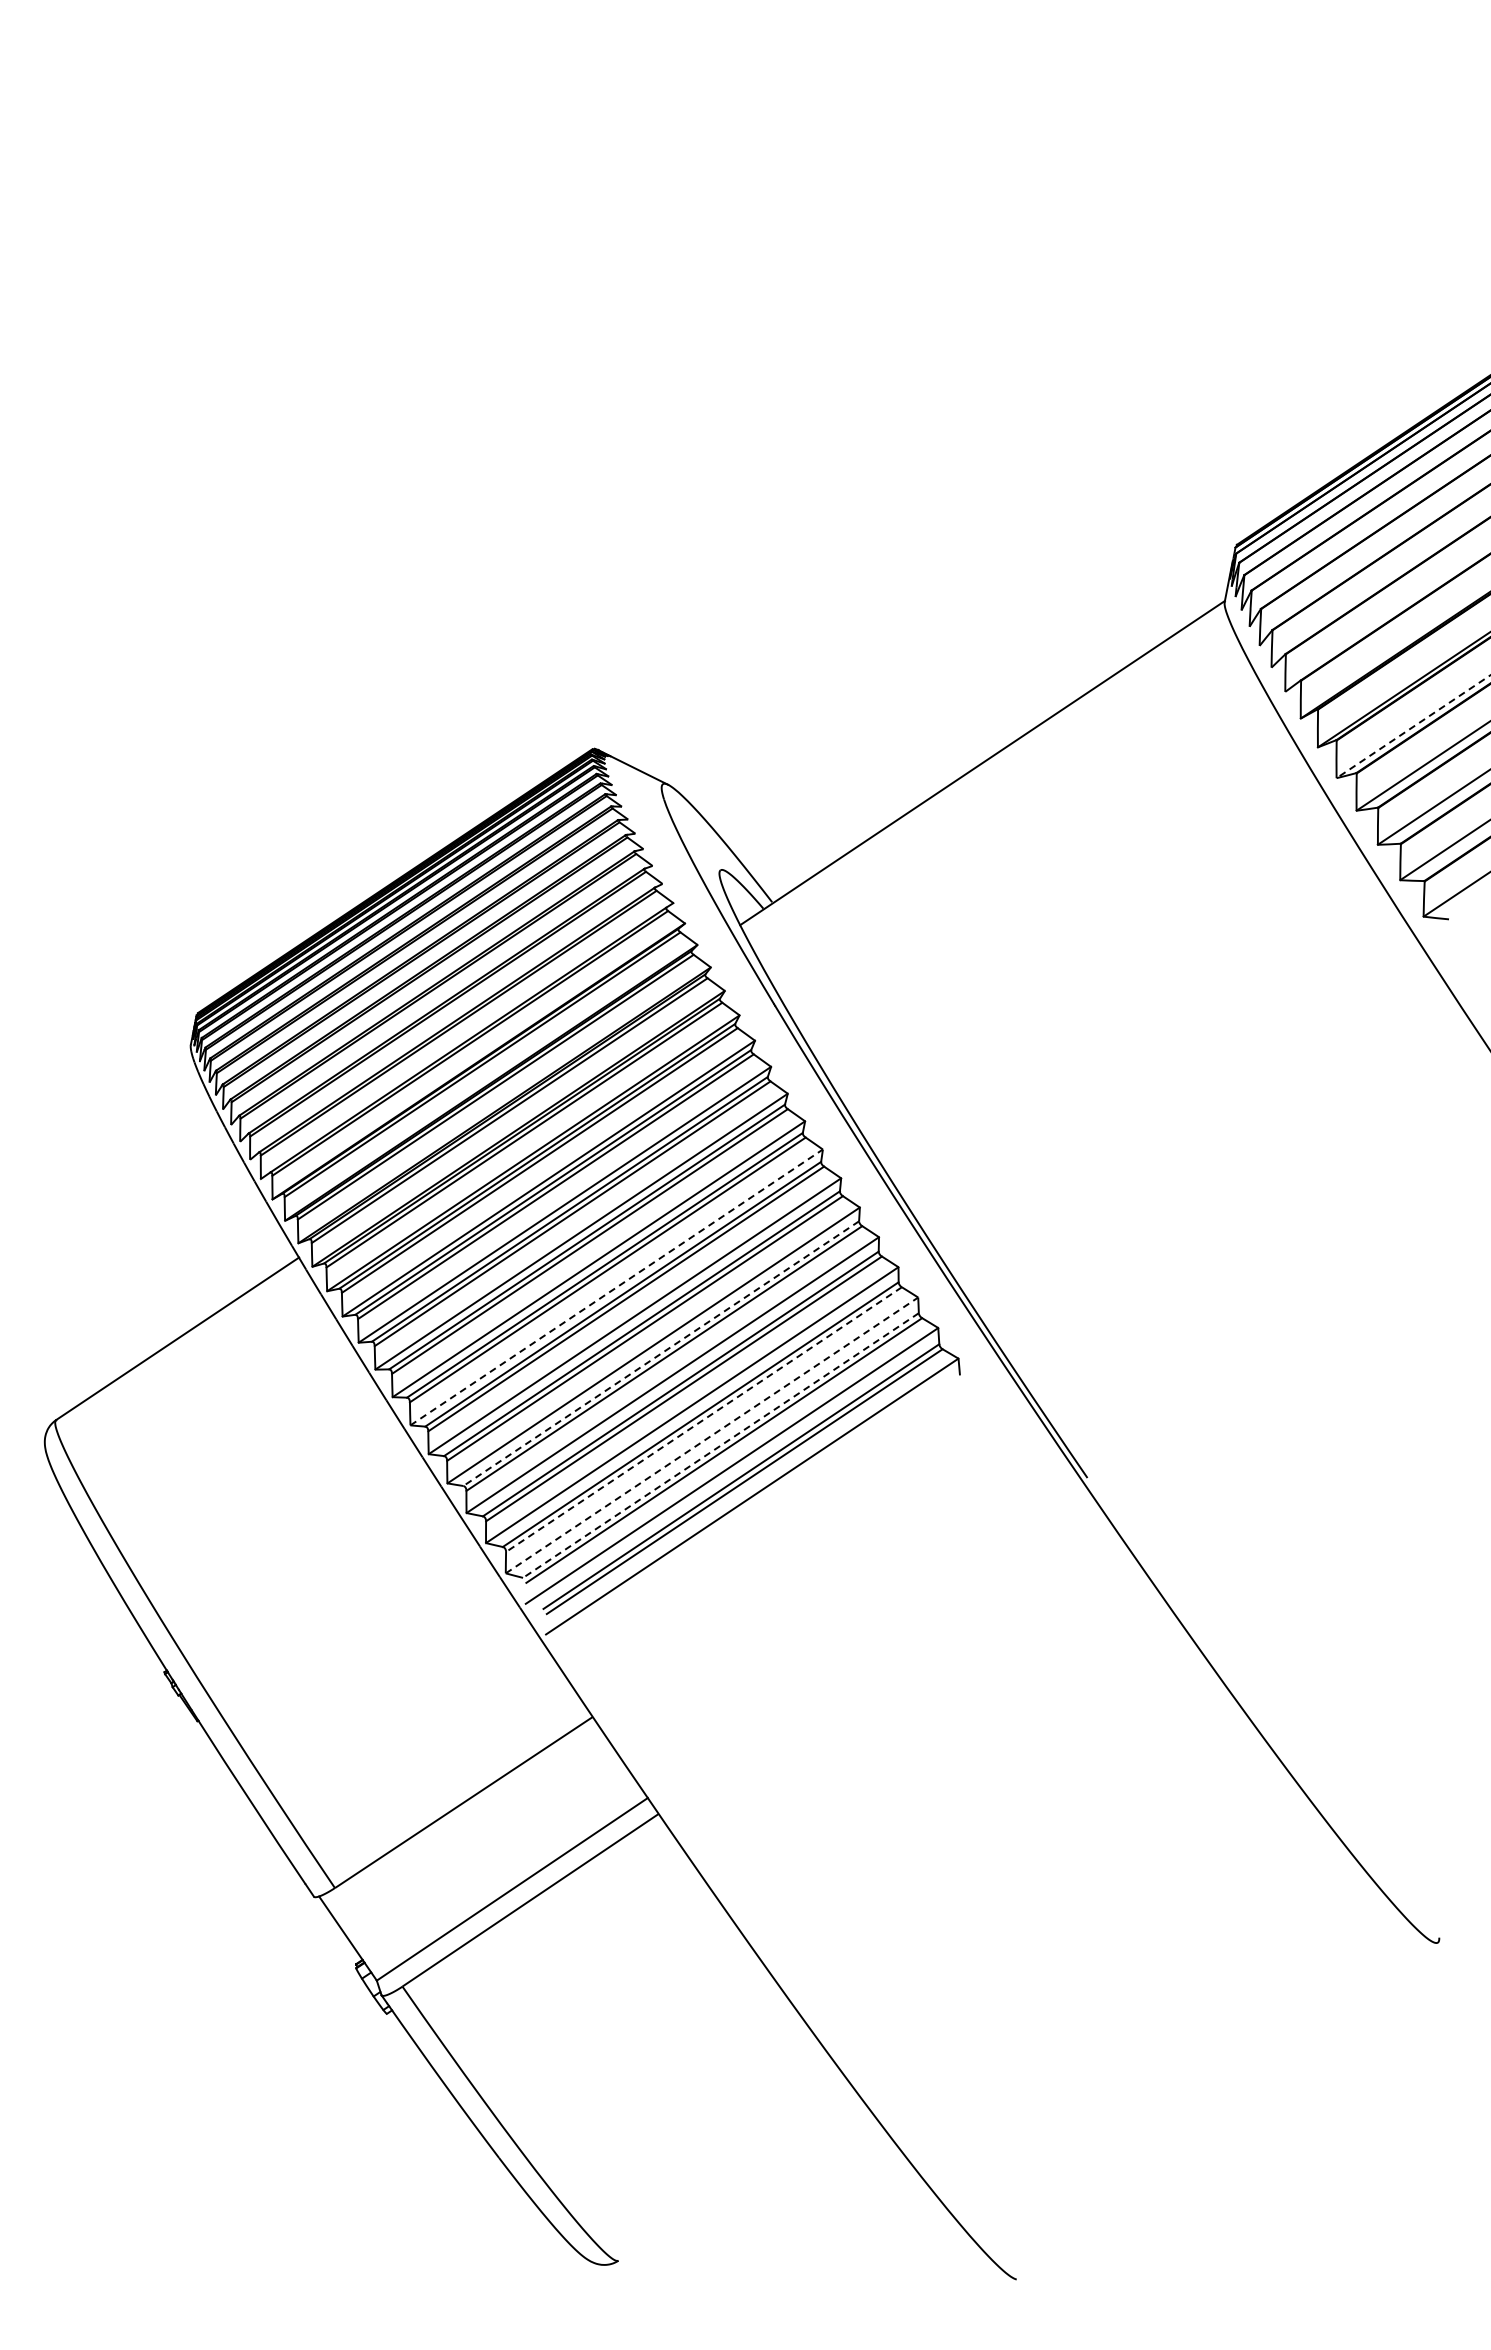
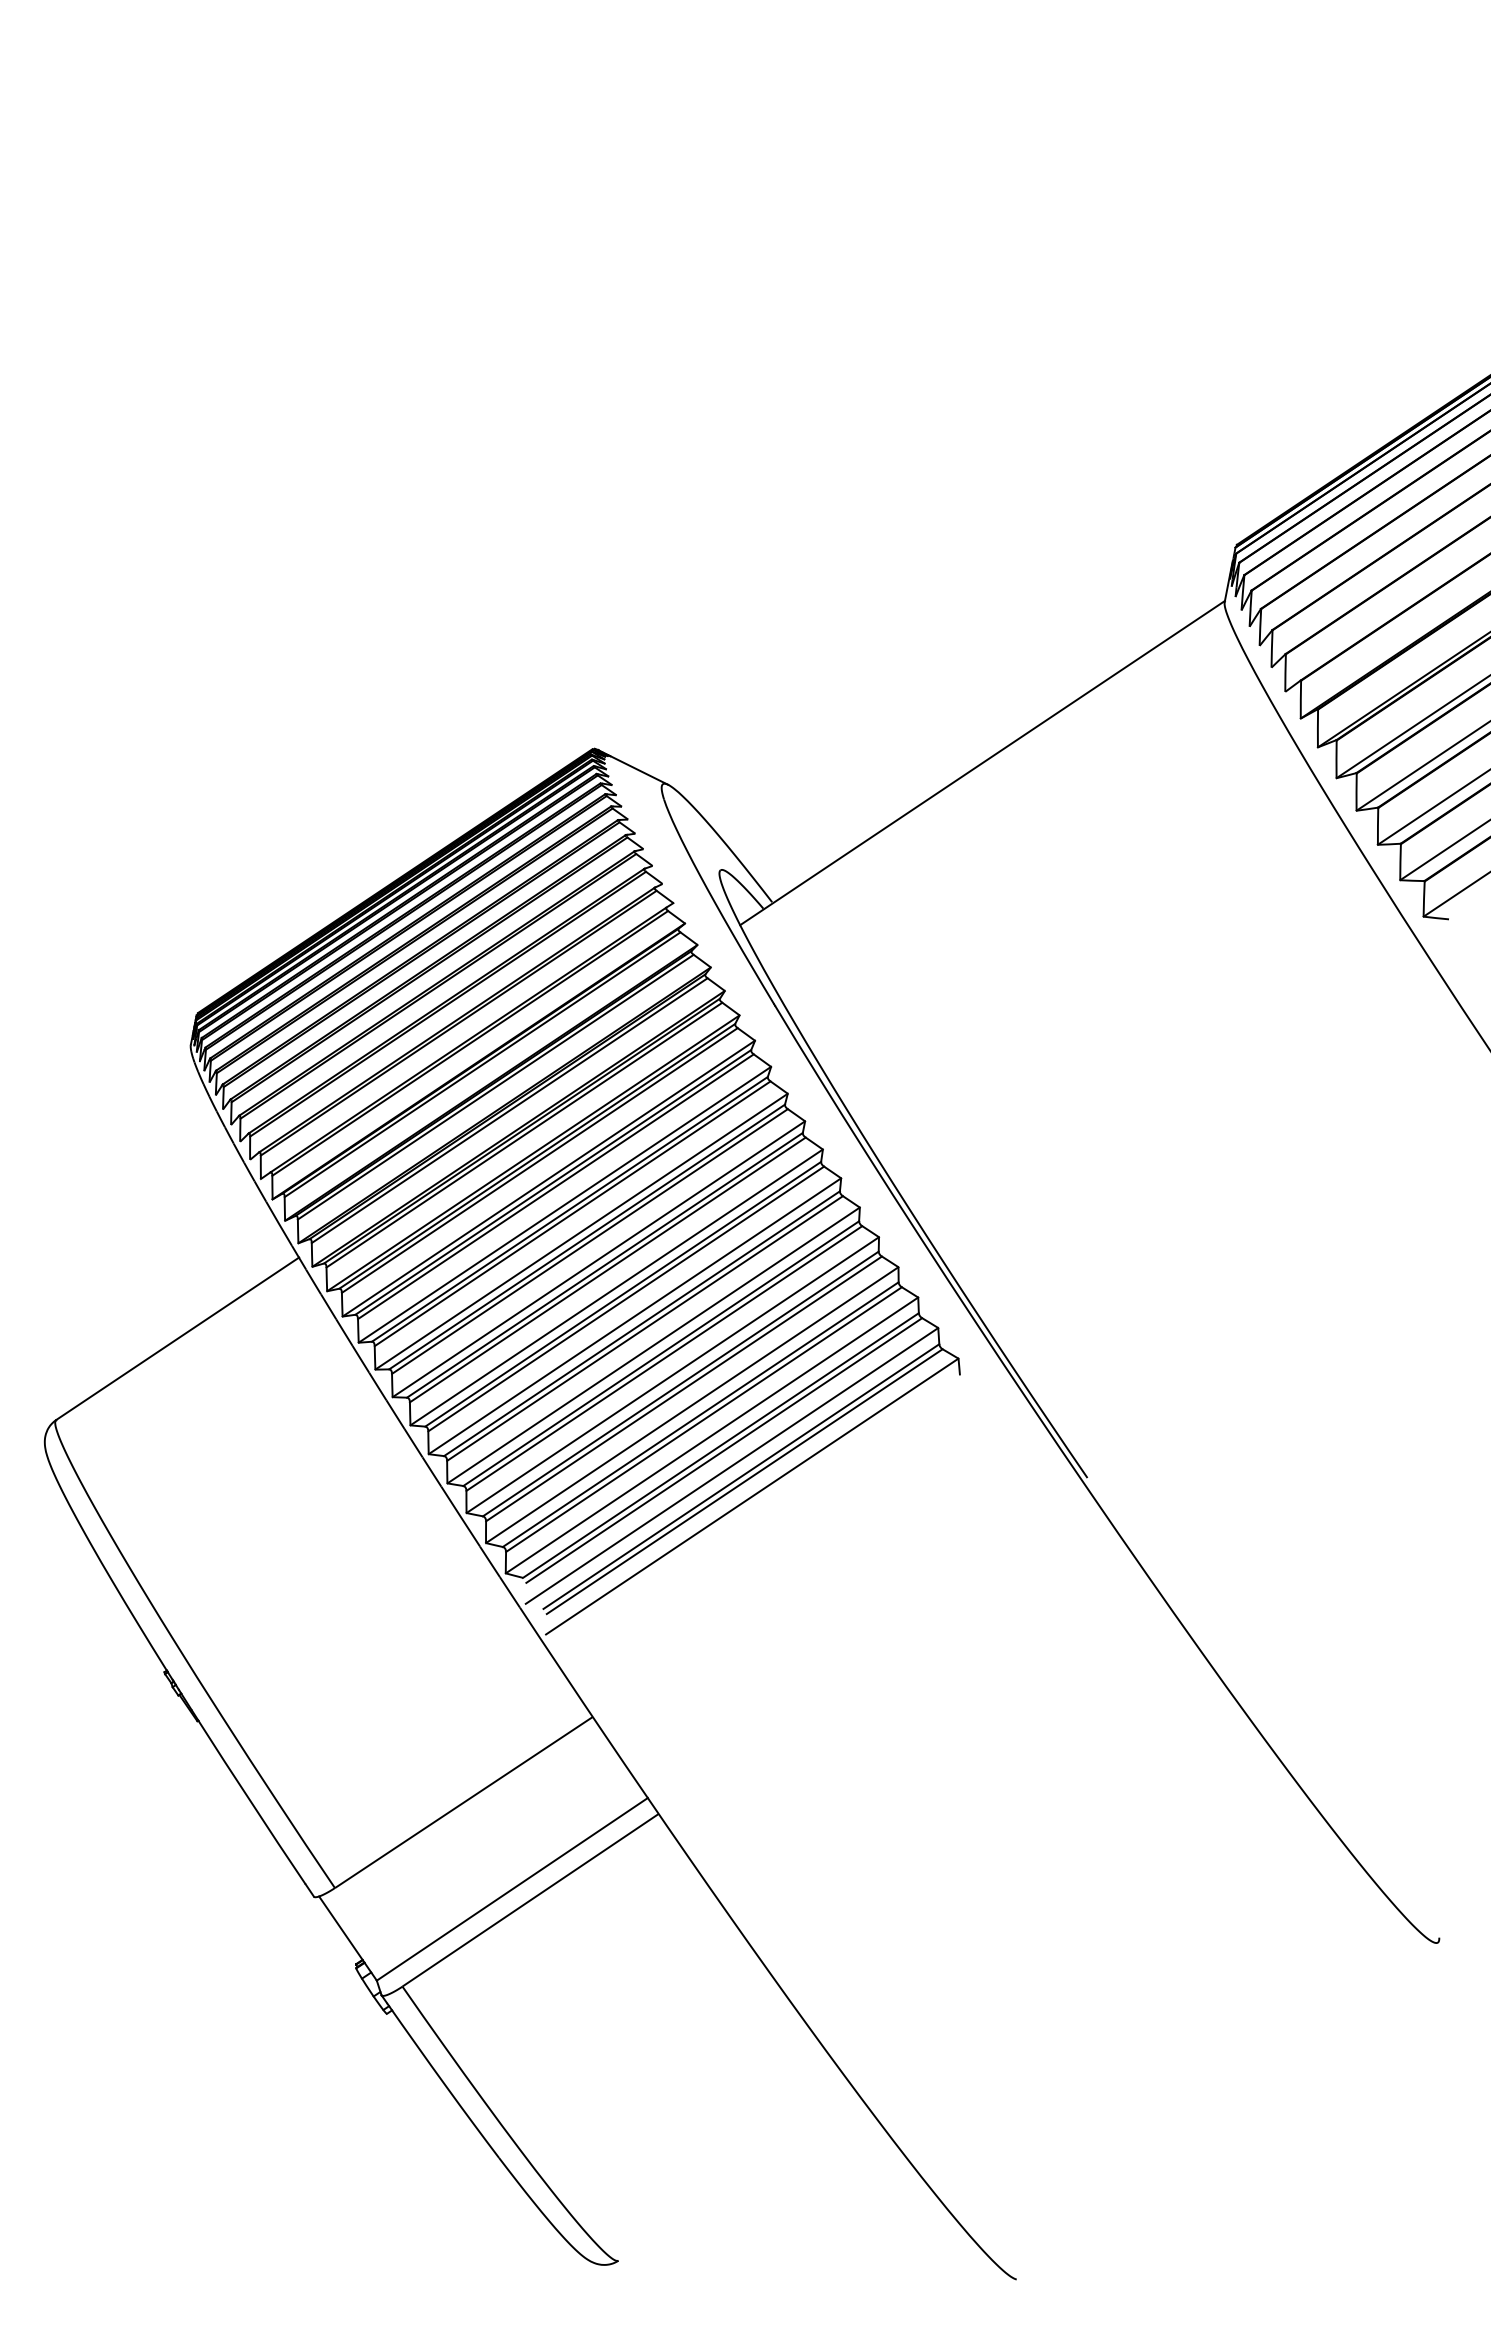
line at (1413, 727): dashed -> solid
line at (617, 1287): dashed -> solid
line at (660, 1353): dashed -> solid
line at (703, 1419): dashed -> solid
line at (712, 1435): dashed -> solid
line at (720, 1445): dashed -> solid
